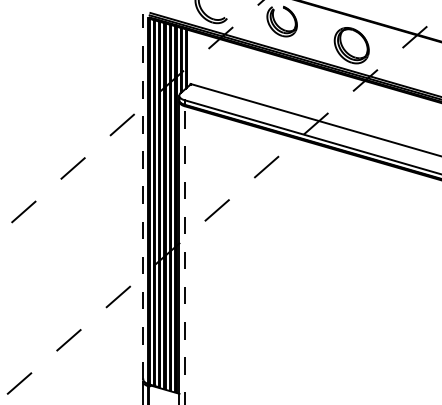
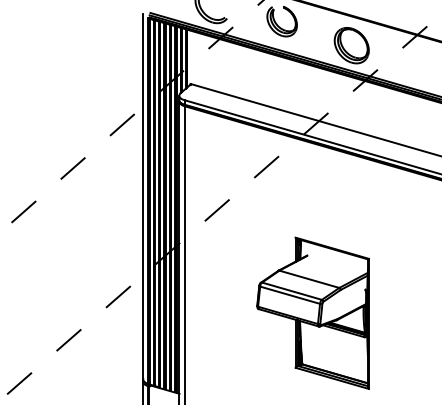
line at (143, 196): dashed -> solid
line at (184, 255): dashed -> solid
part at (312, 312): none -> present
